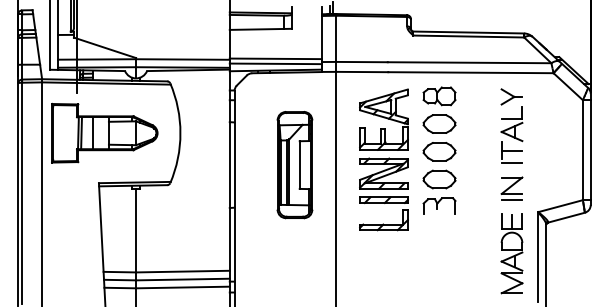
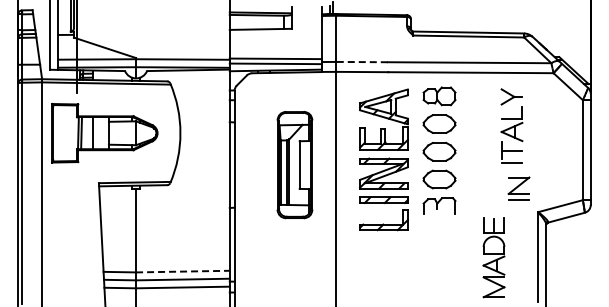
line at (362, 62): solid -> dashed
part at (511, 188) position: (511, 188) -> (518, 188)
part at (511, 253) position: (511, 253) -> (493, 257)
line at (182, 271): solid -> dashed
